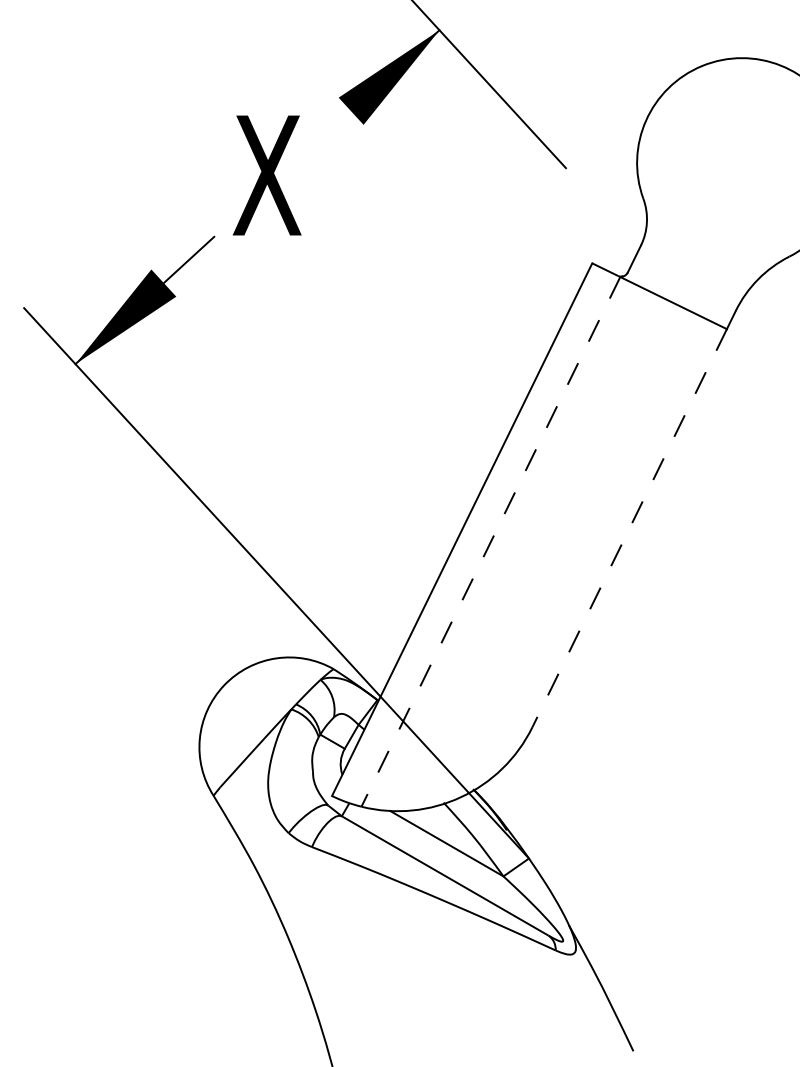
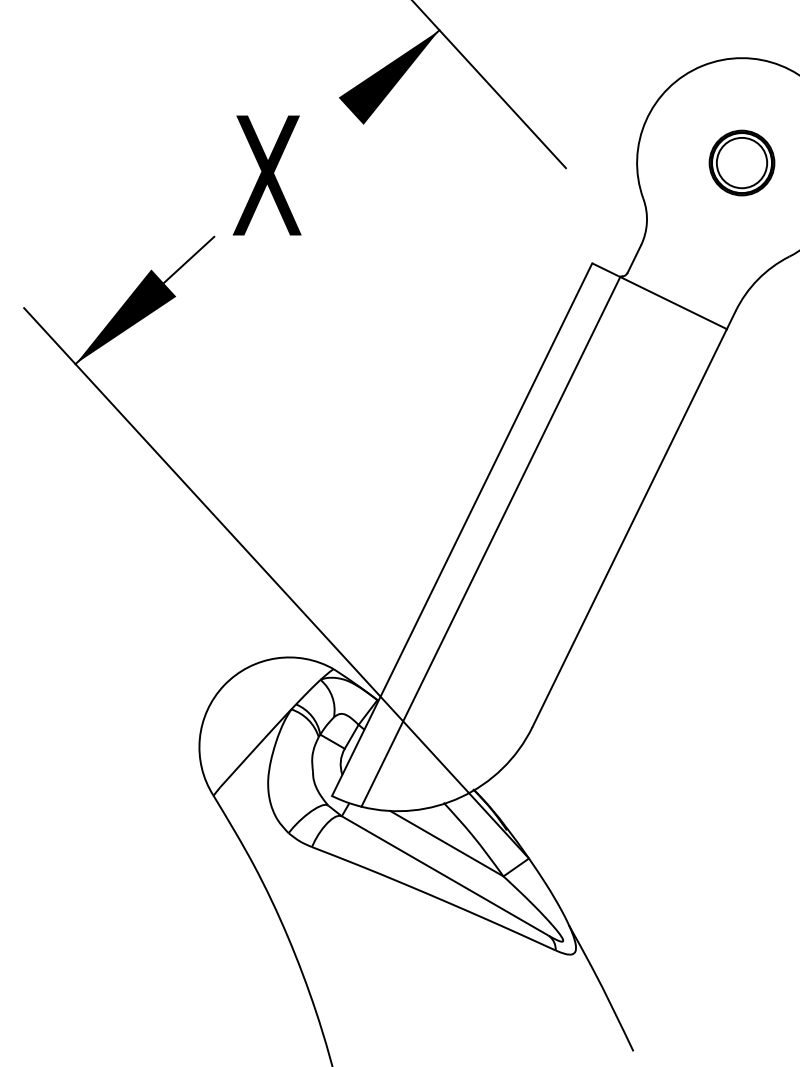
part at (741, 162): none -> present
line at (629, 528): dashed -> solid
line at (490, 541): dashed -> solid
